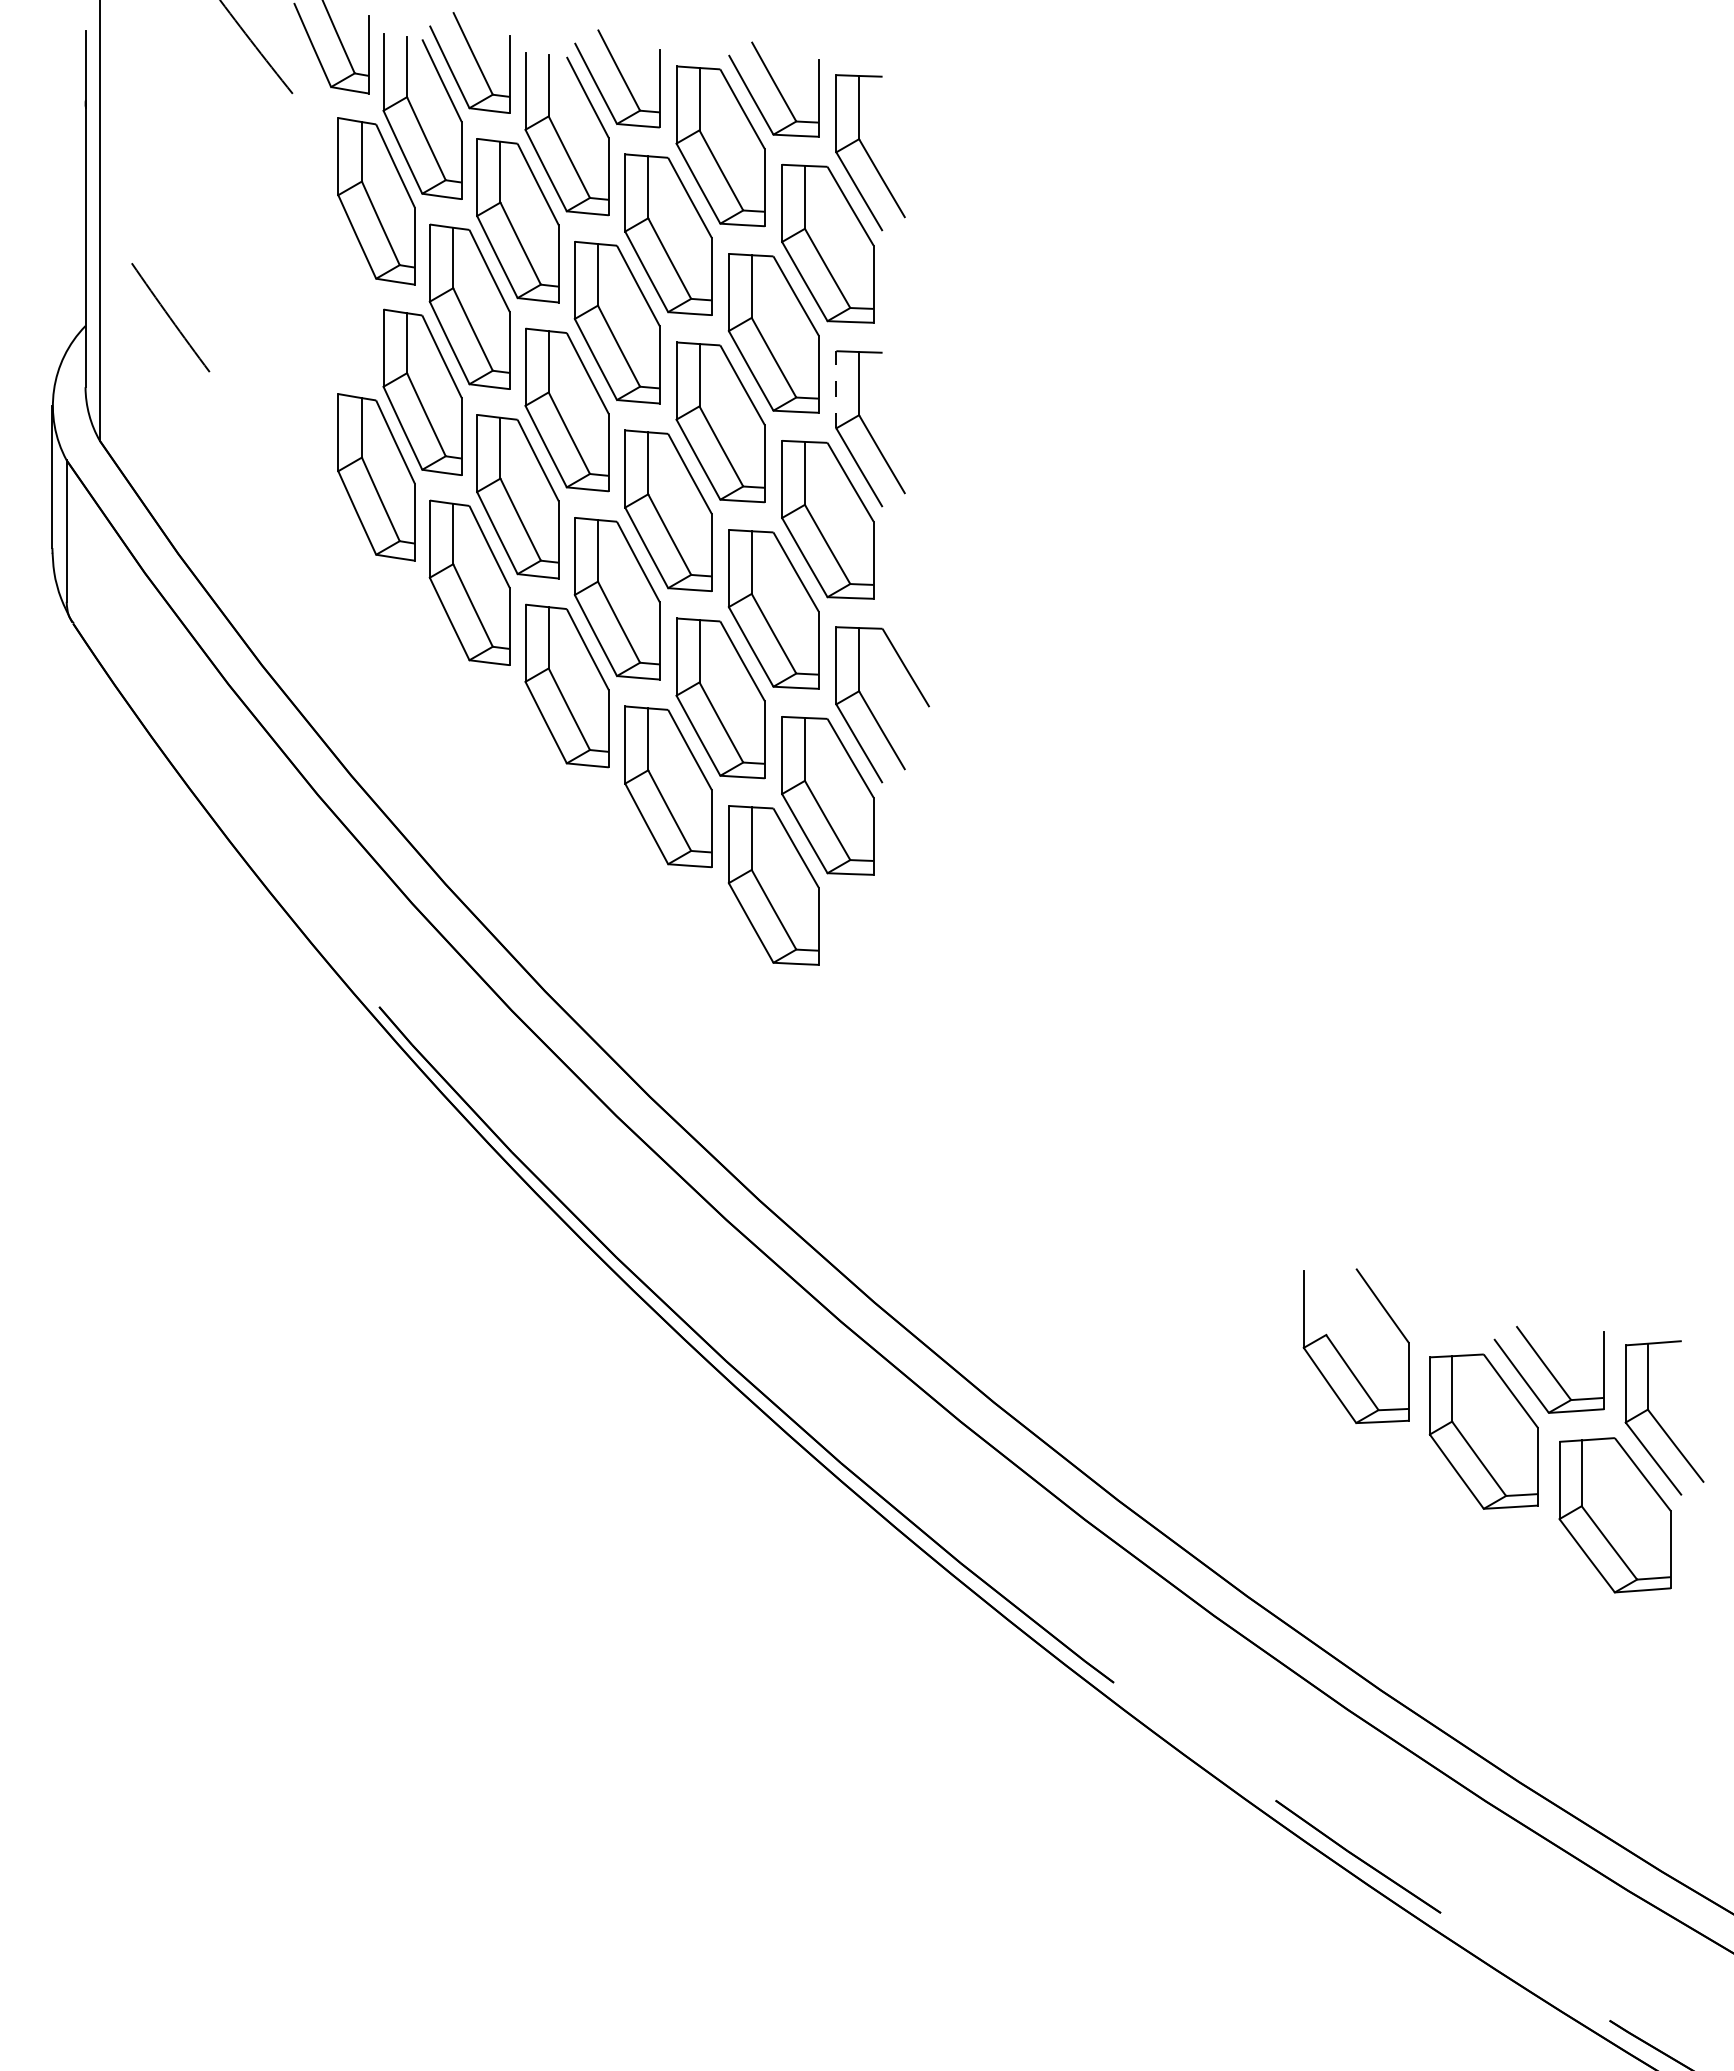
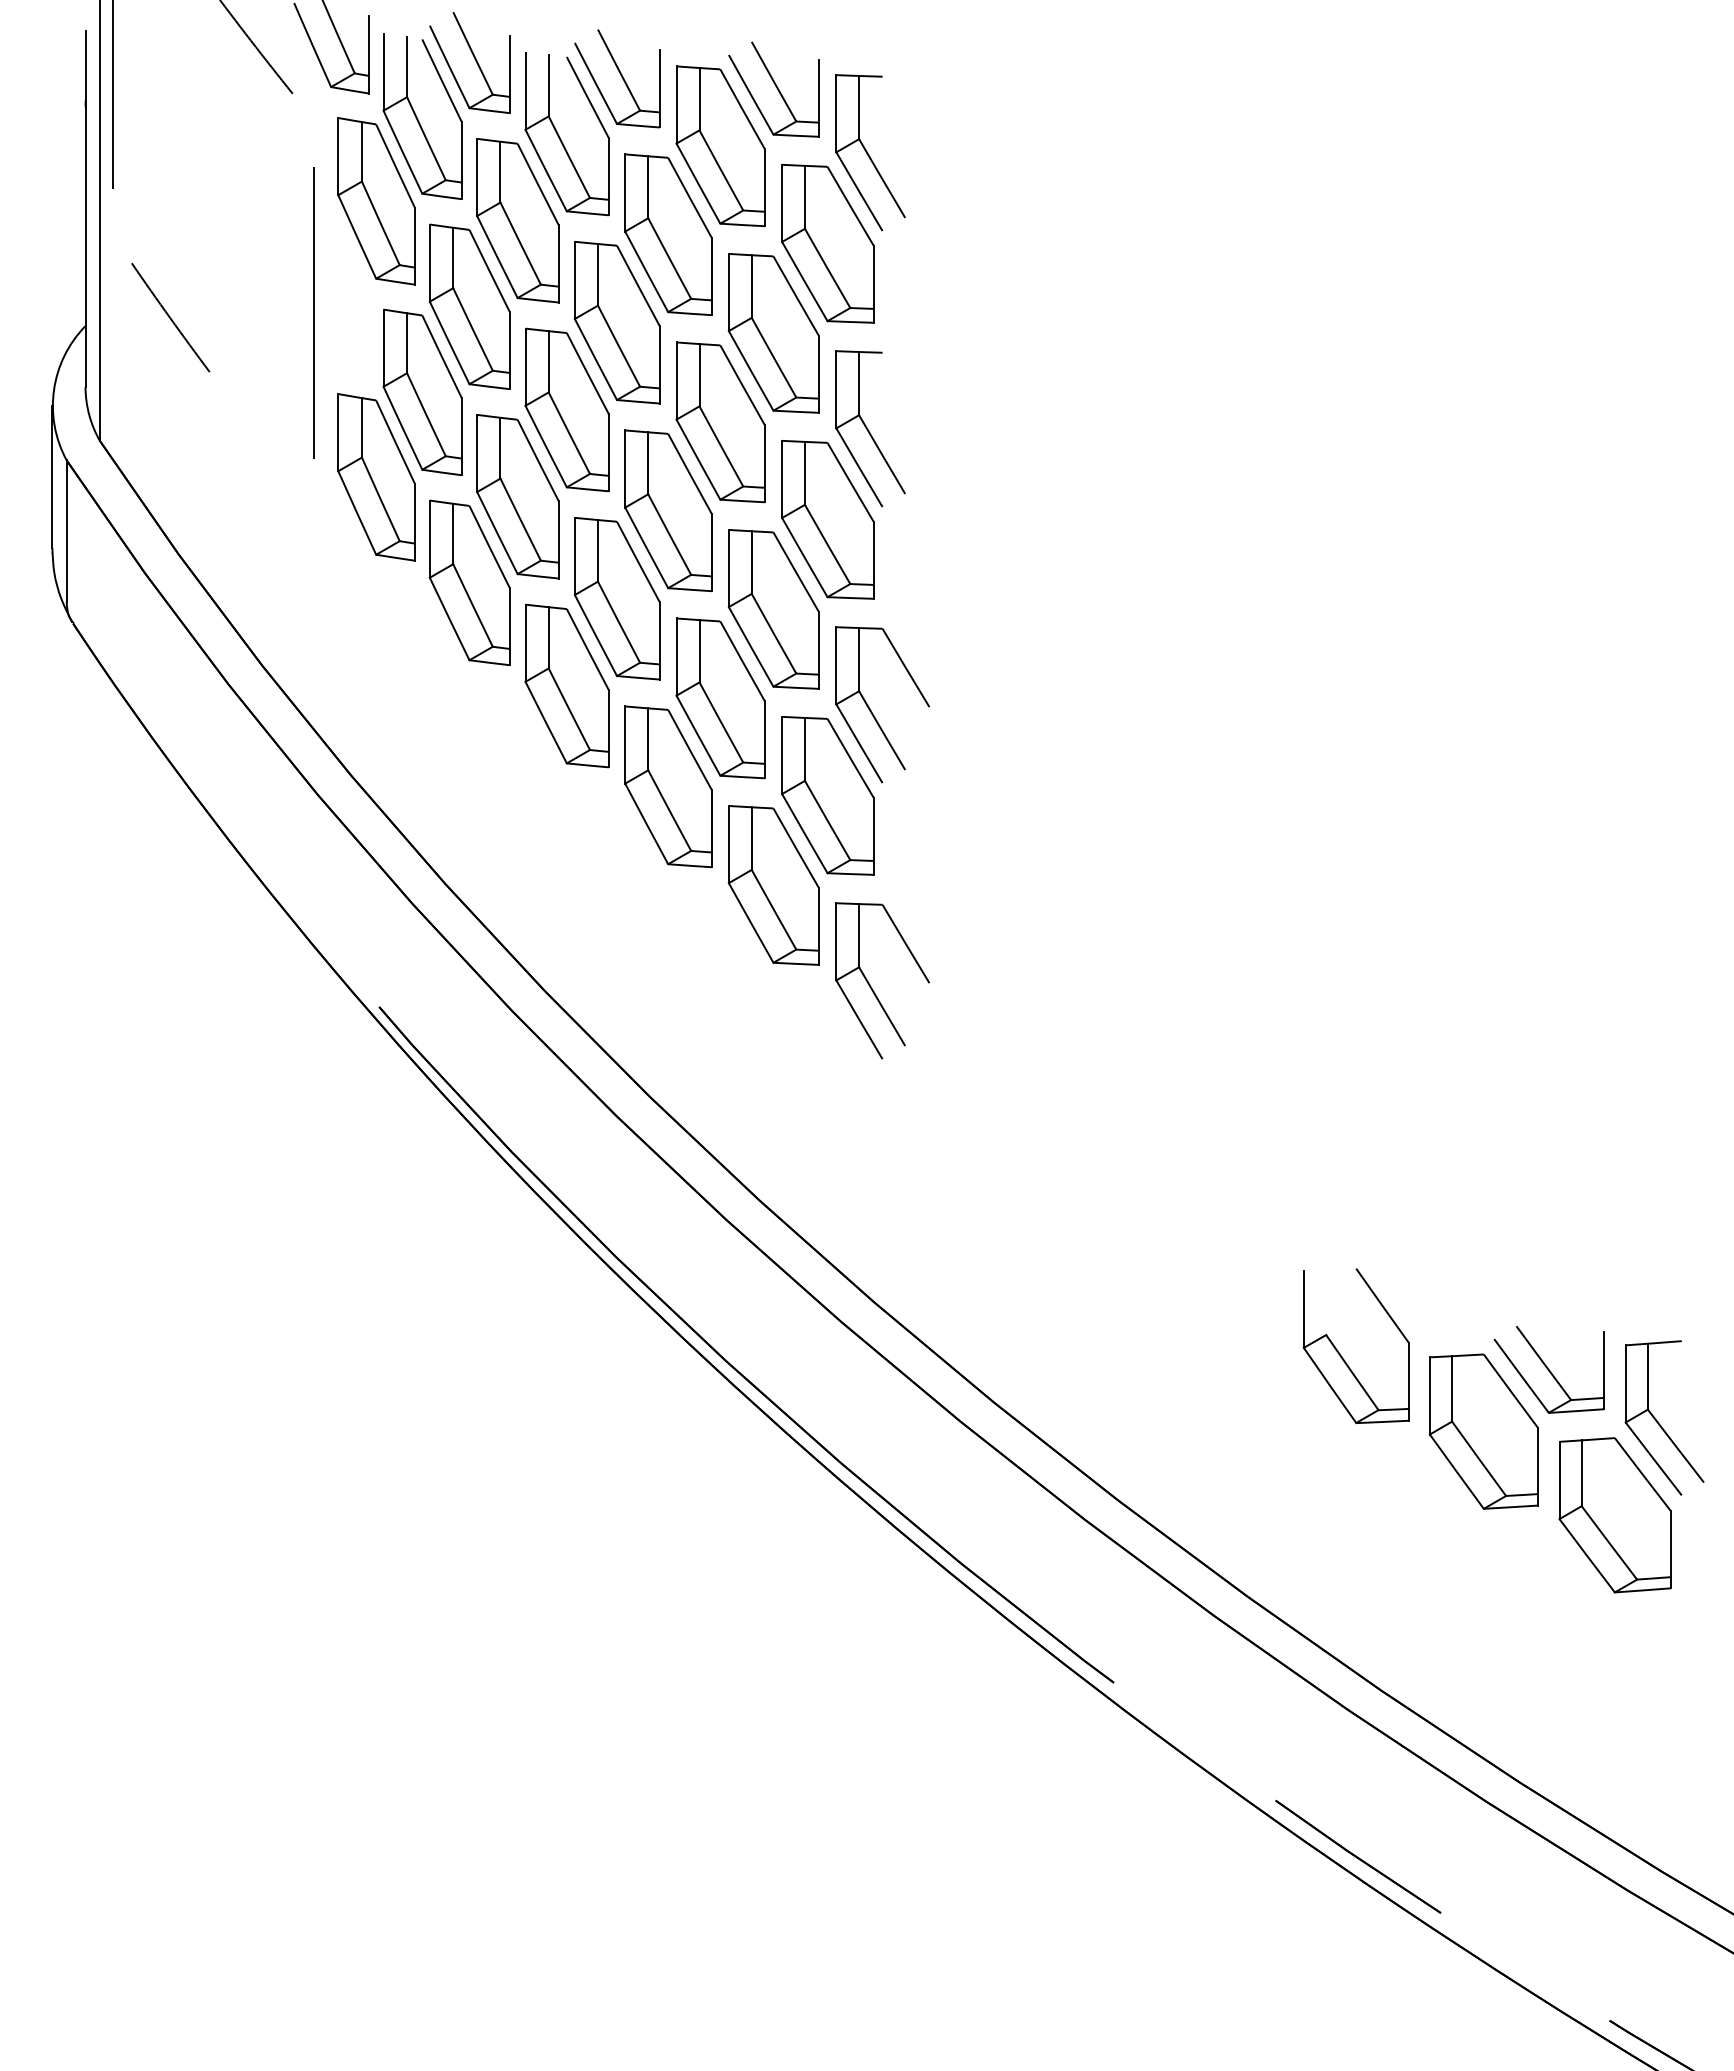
line at (113, 95): none -> present
line at (314, 312): none -> present
line at (836, 389): dashed -> solid
part at (871, 986): none -> present
